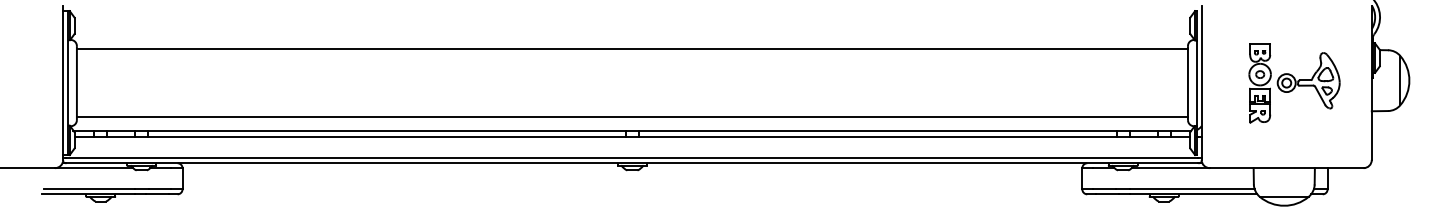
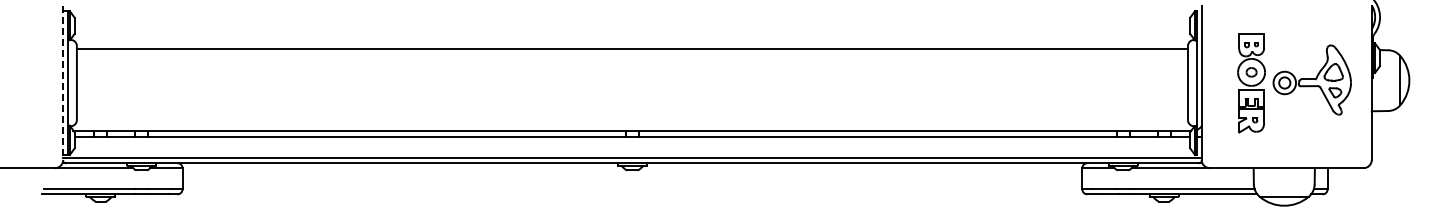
line at (63, 83): solid -> dashed
part at (1294, 83) size: 93x81 px -> 115x101 px
line at (631, 117): present -> none
